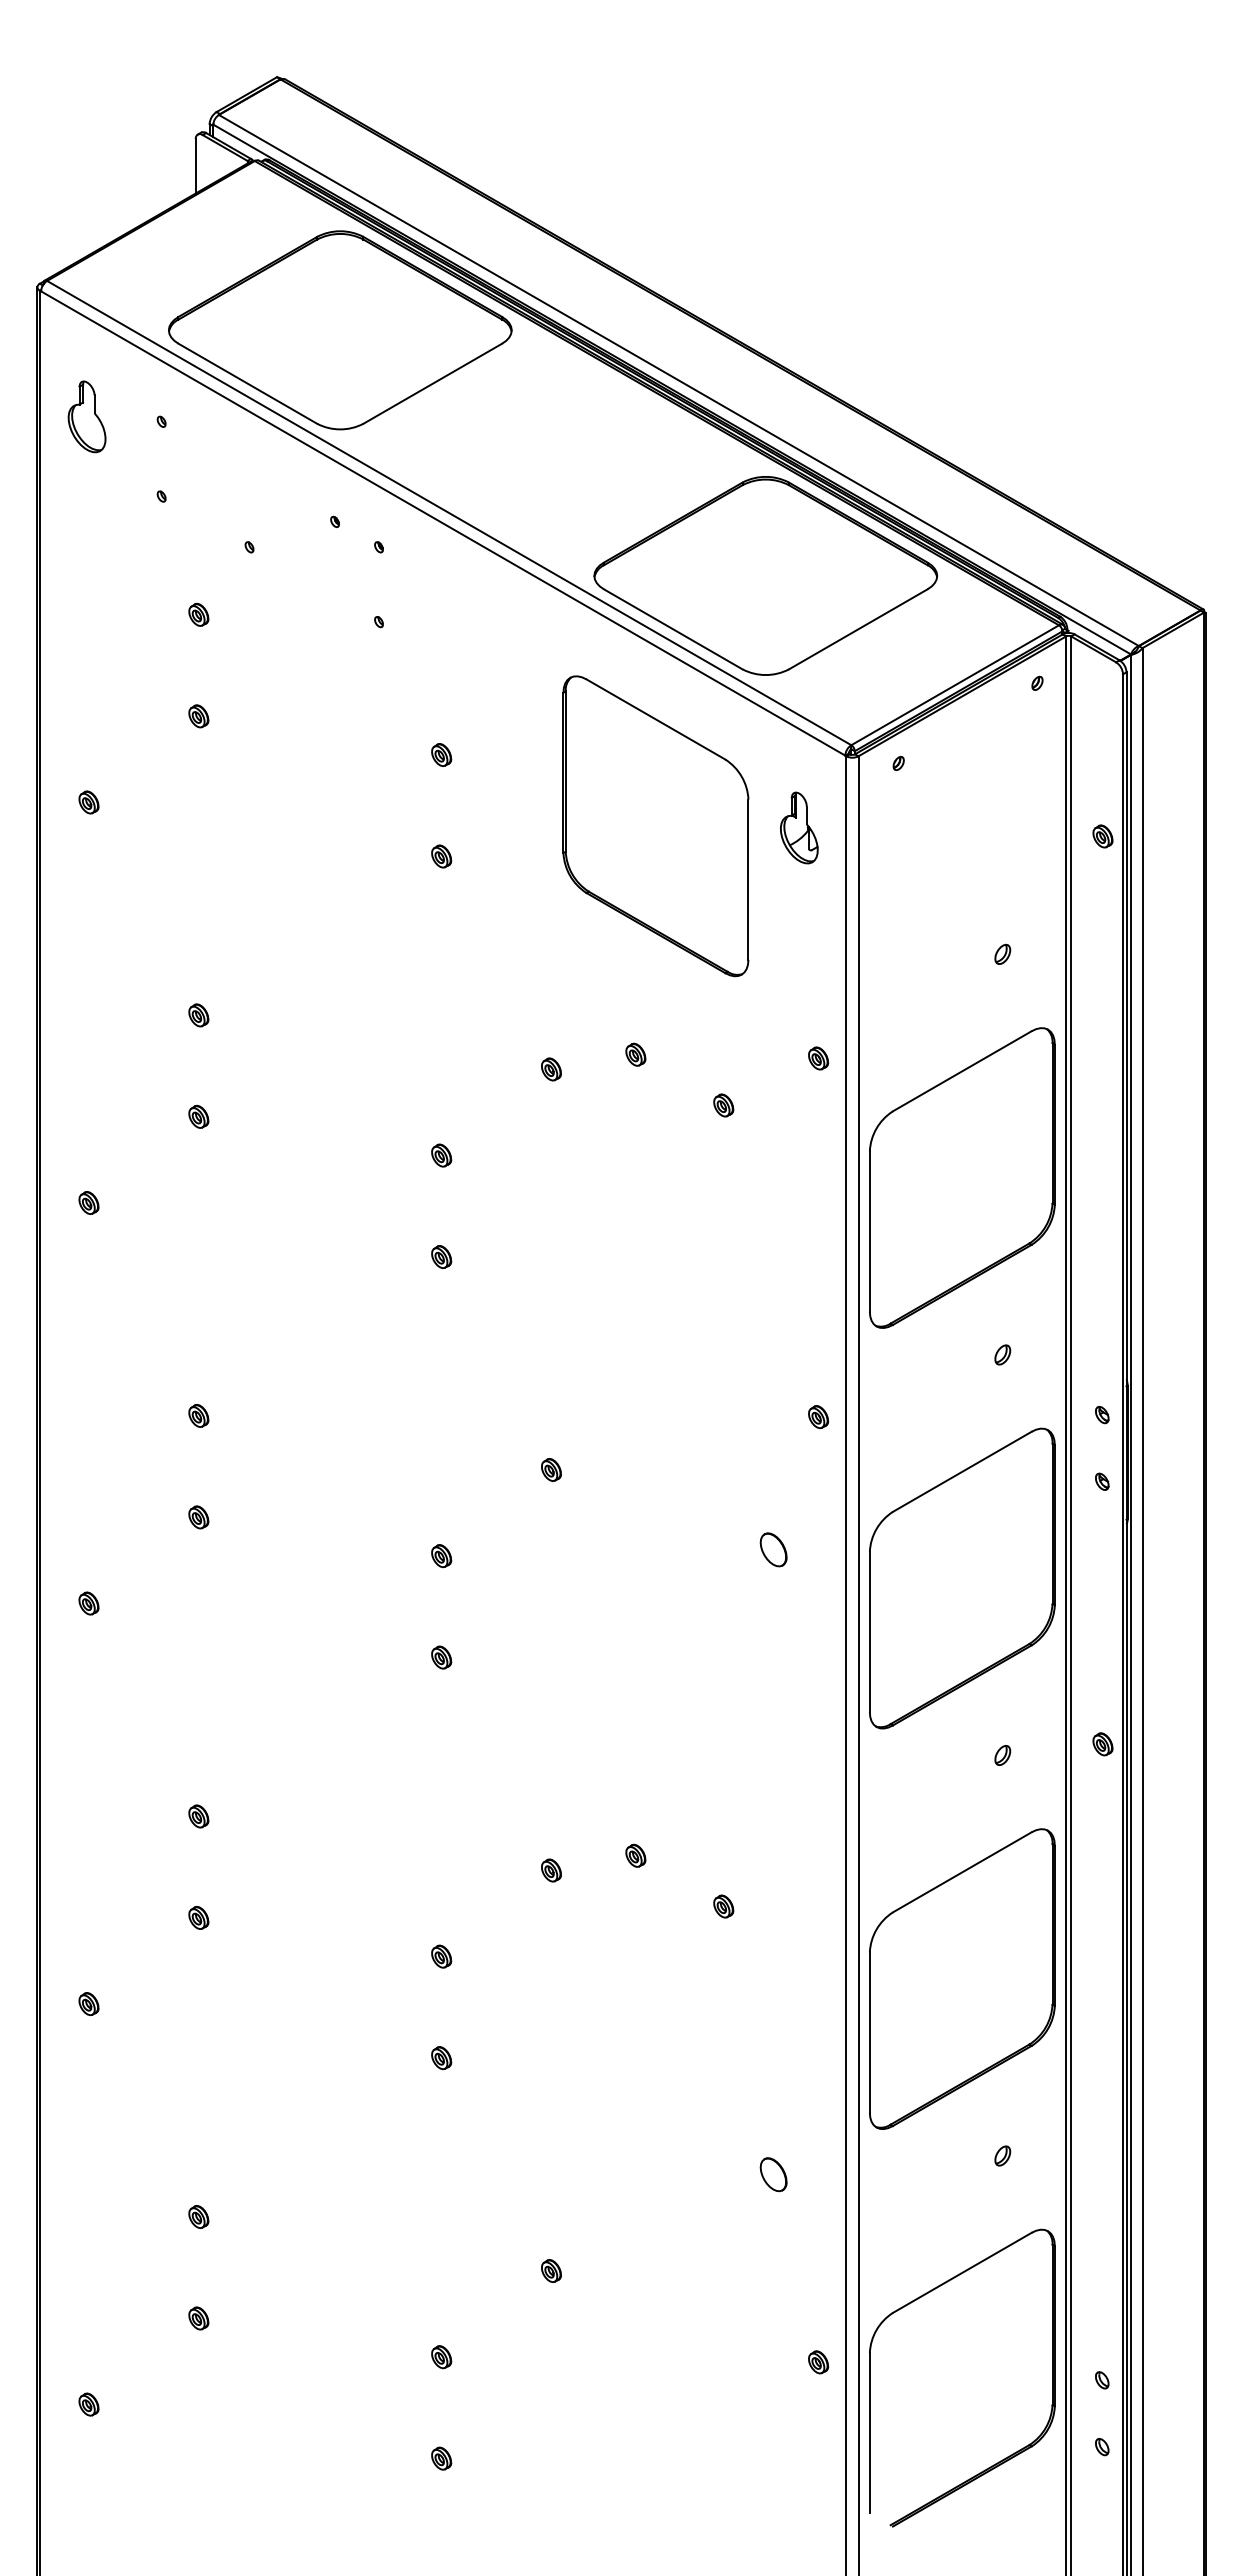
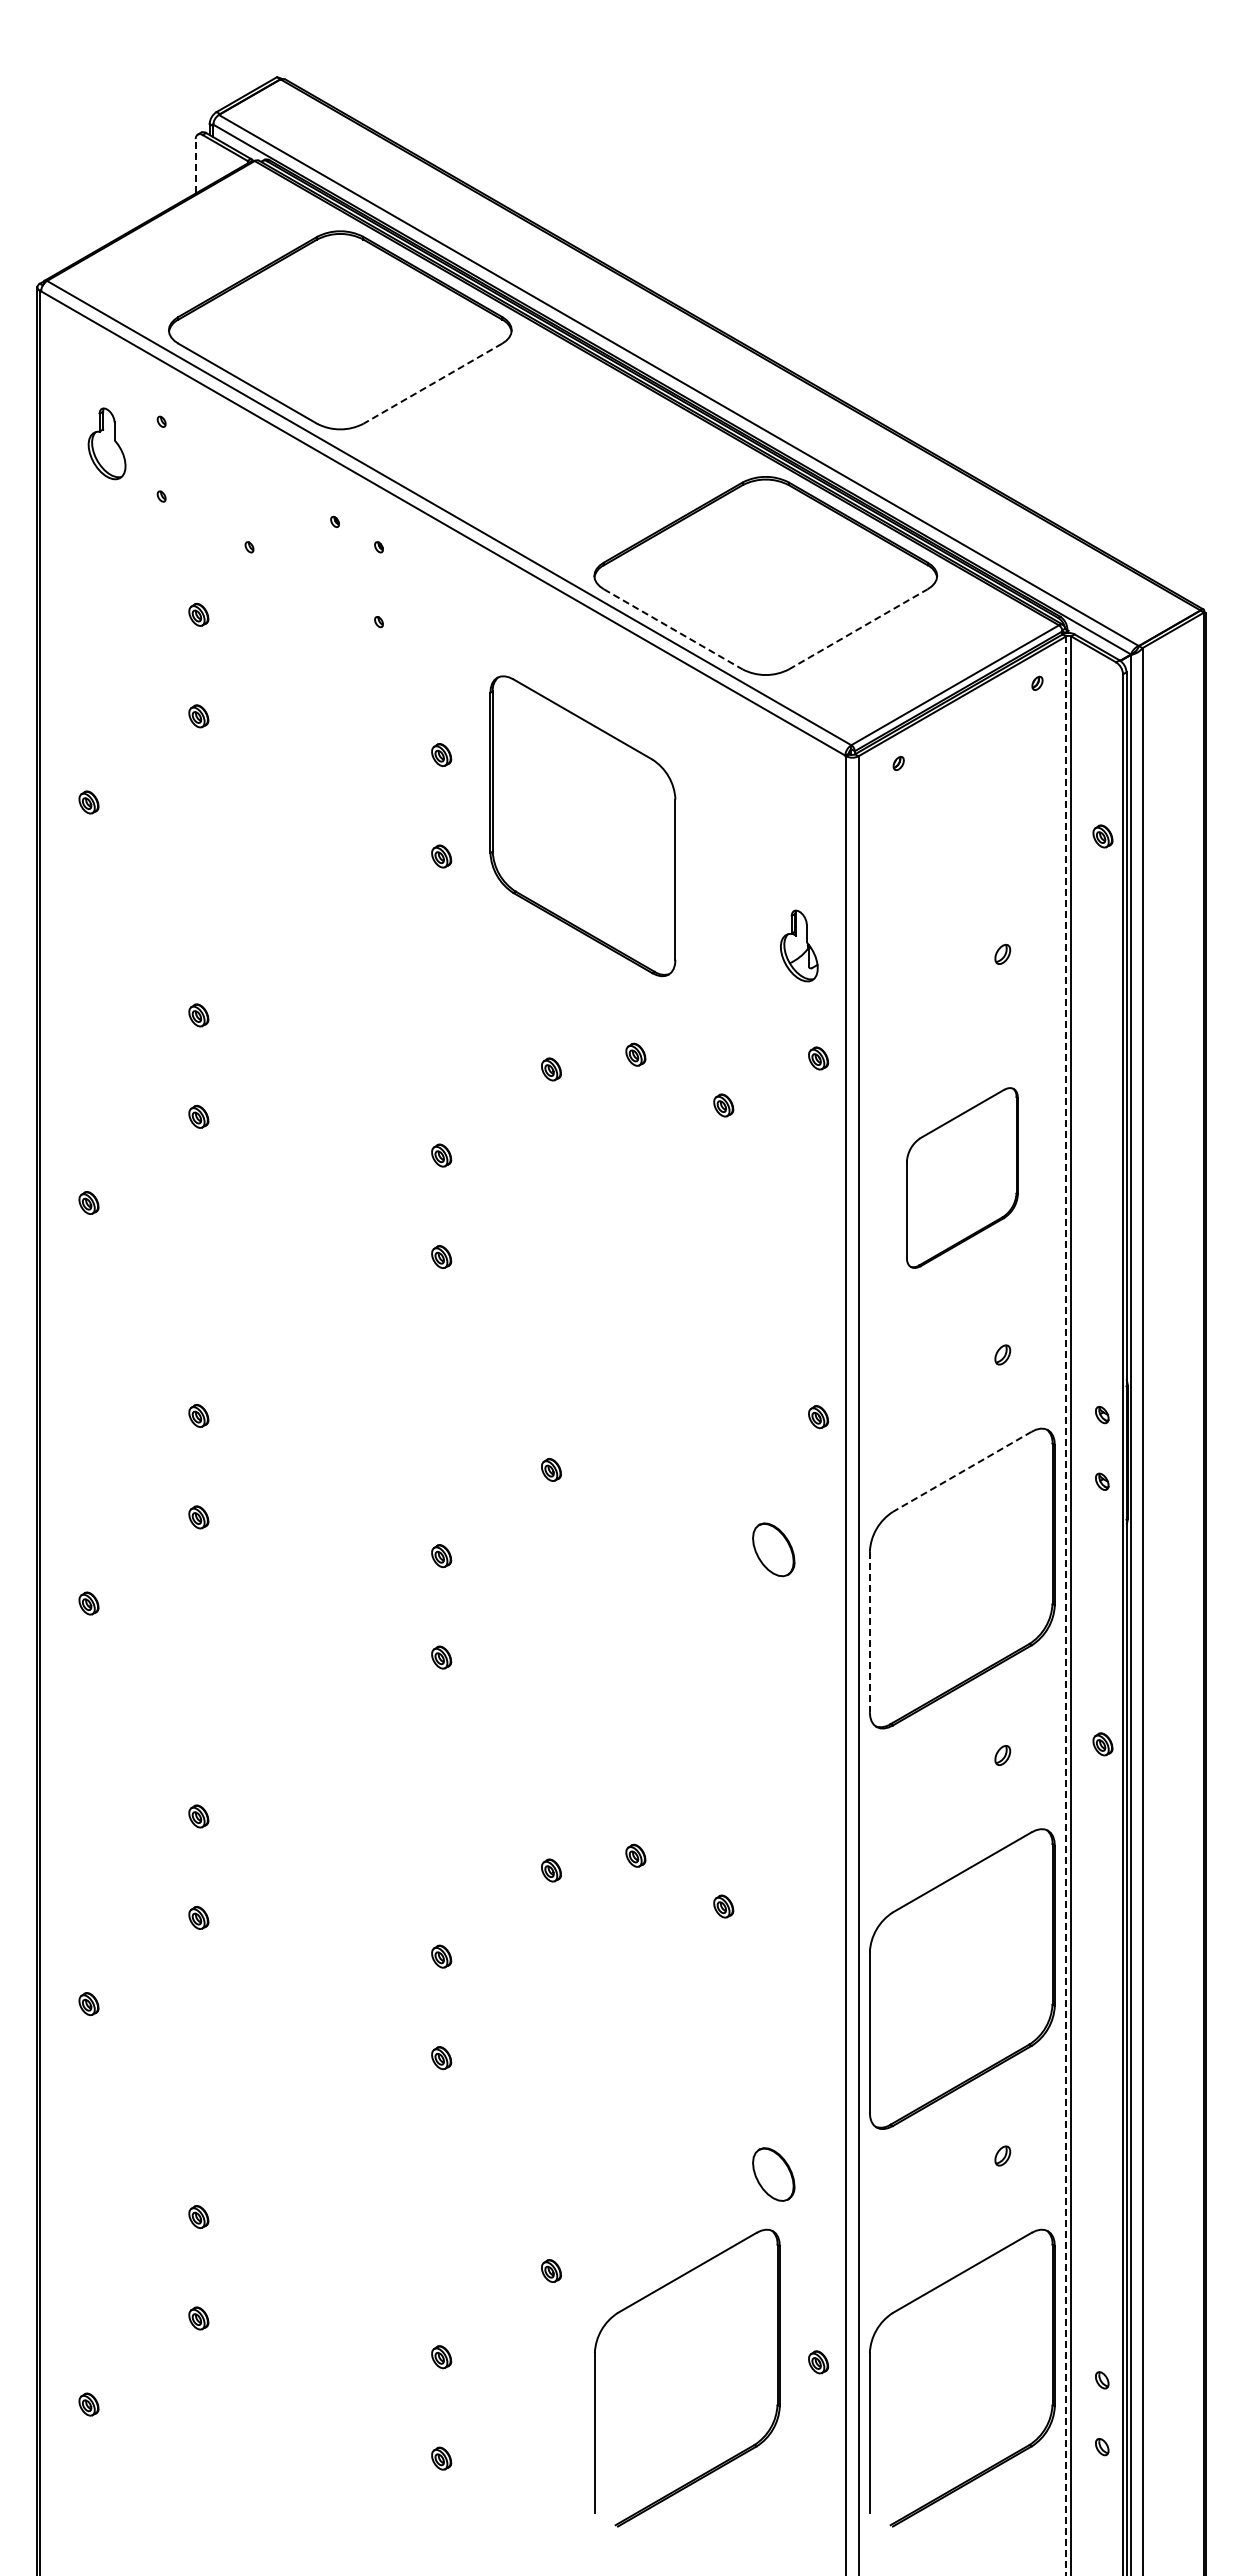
line at (195, 165): solid -> dashed
line at (432, 383): solid -> dashed
part at (86, 416) position: (86, 416) -> (106, 443)
line at (673, 629): solid -> dashed
line at (858, 629): solid -> dashed
part at (655, 826) position: (655, 826) -> (582, 826)
part at (799, 827) position: (799, 827) -> (799, 945)
part at (962, 1177) size: 187x302 px -> 113x182 px
line at (961, 1472): solid -> dashed
part at (773, 1549) size: 29x36 px -> 44x56 px
line at (1066, 1606): solid -> dashed
line at (869, 1632): solid -> dashed
part at (773, 2174) size: 29x36 px -> 44x55 px
part at (645, 2298): none -> present
